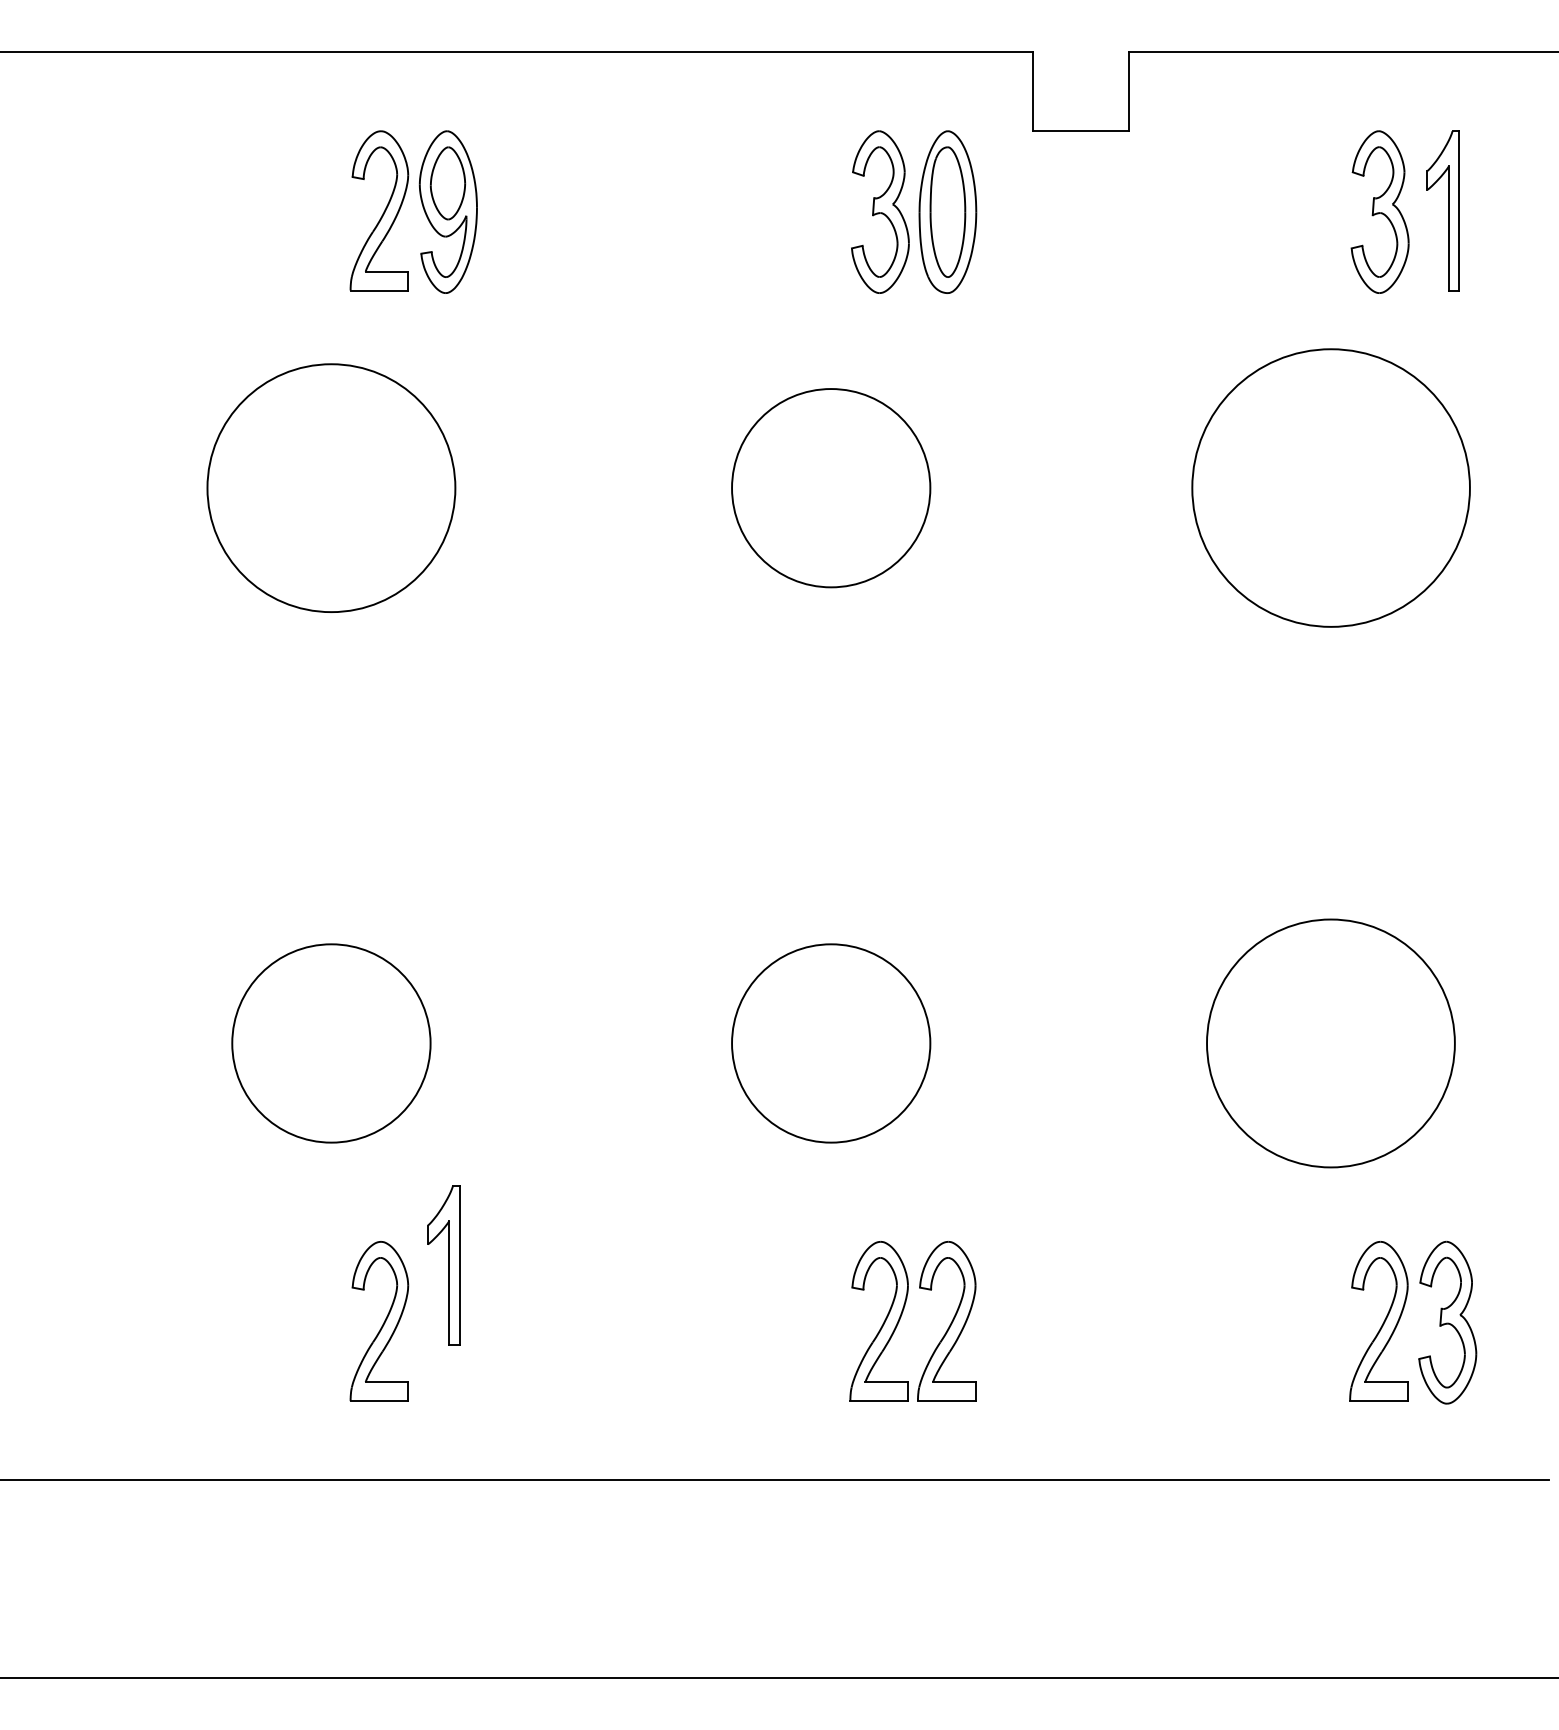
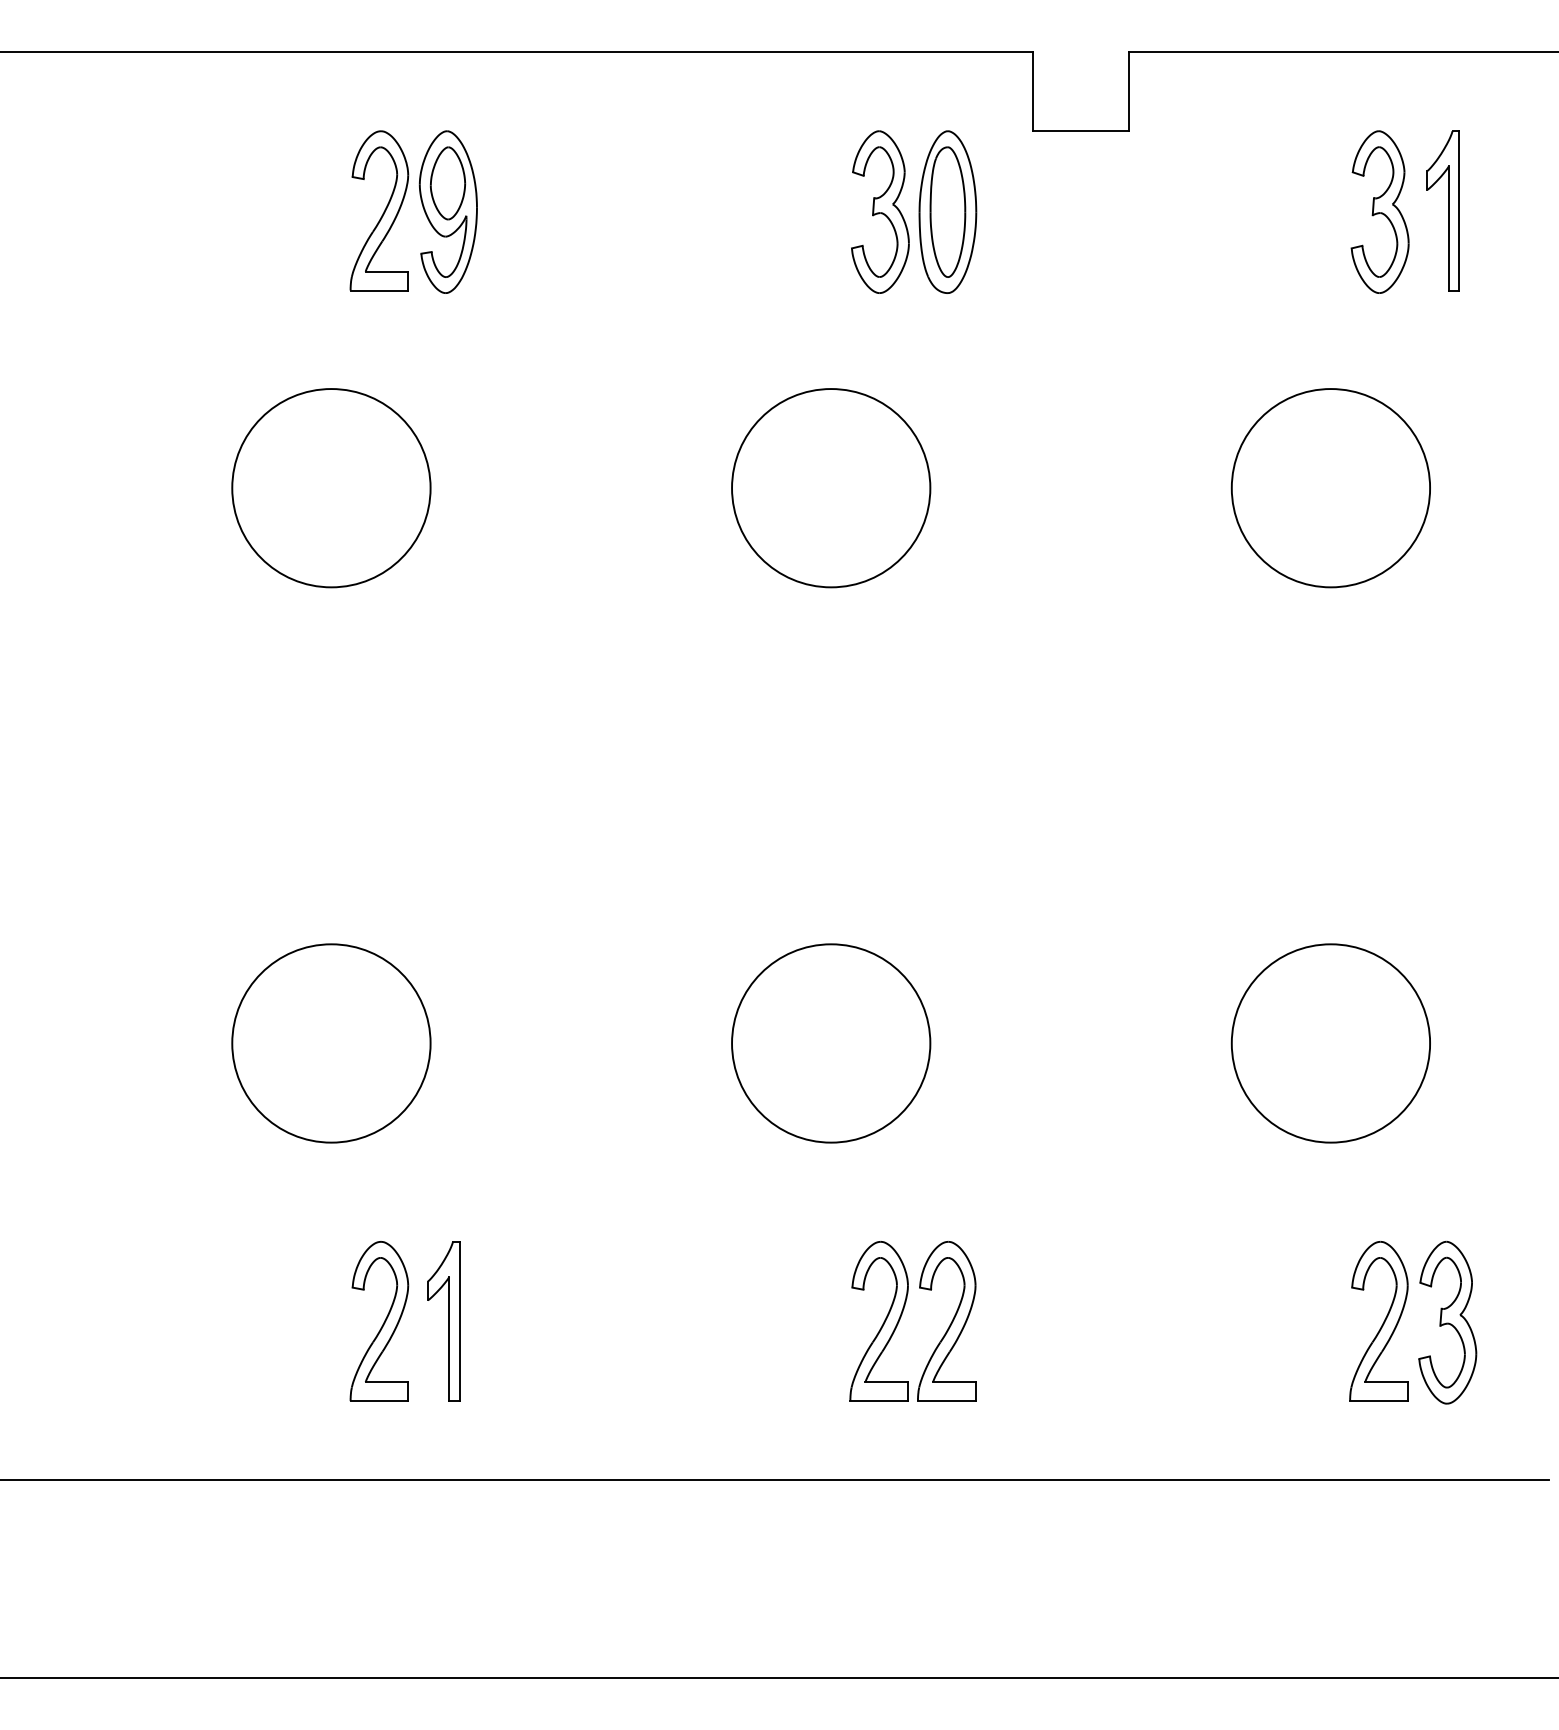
circle at (1330, 487) size: 280x280 px -> 201x201 px
circle at (331, 488) diameter: 248 px -> 198 px
circle at (1330, 1043) diameter: 248 px -> 198 px
part at (443, 1265) position: (443, 1265) -> (443, 1321)
